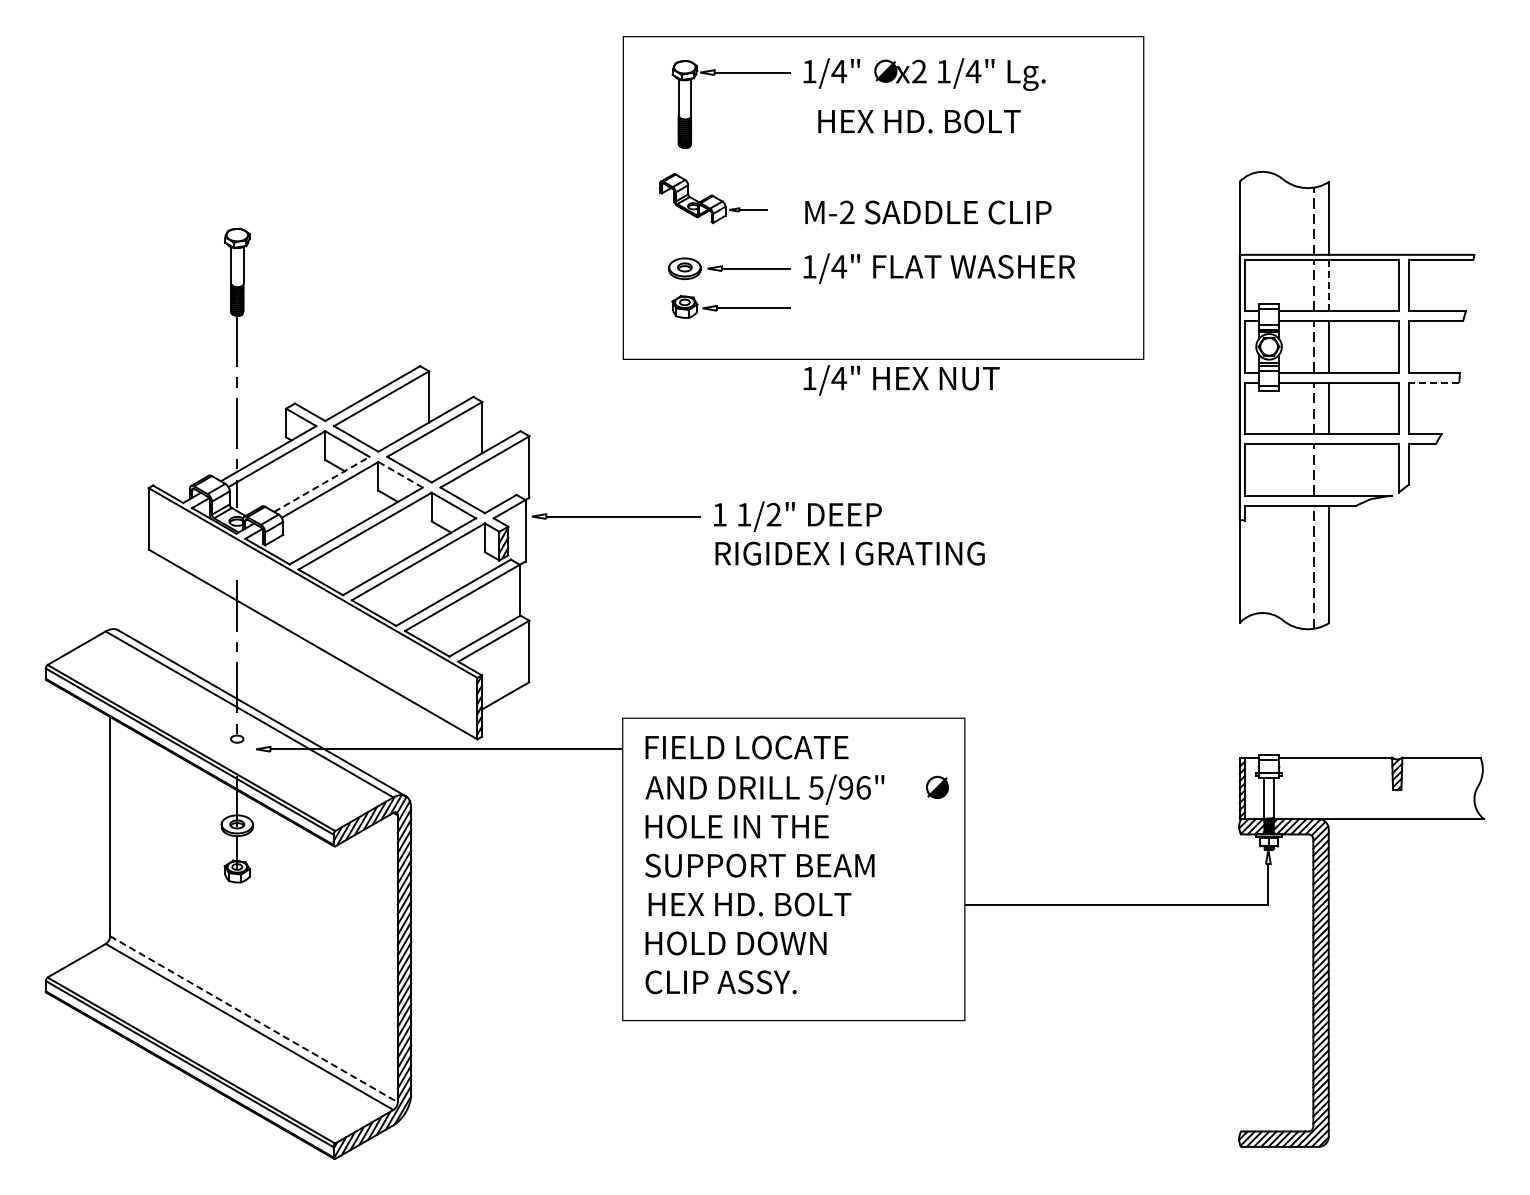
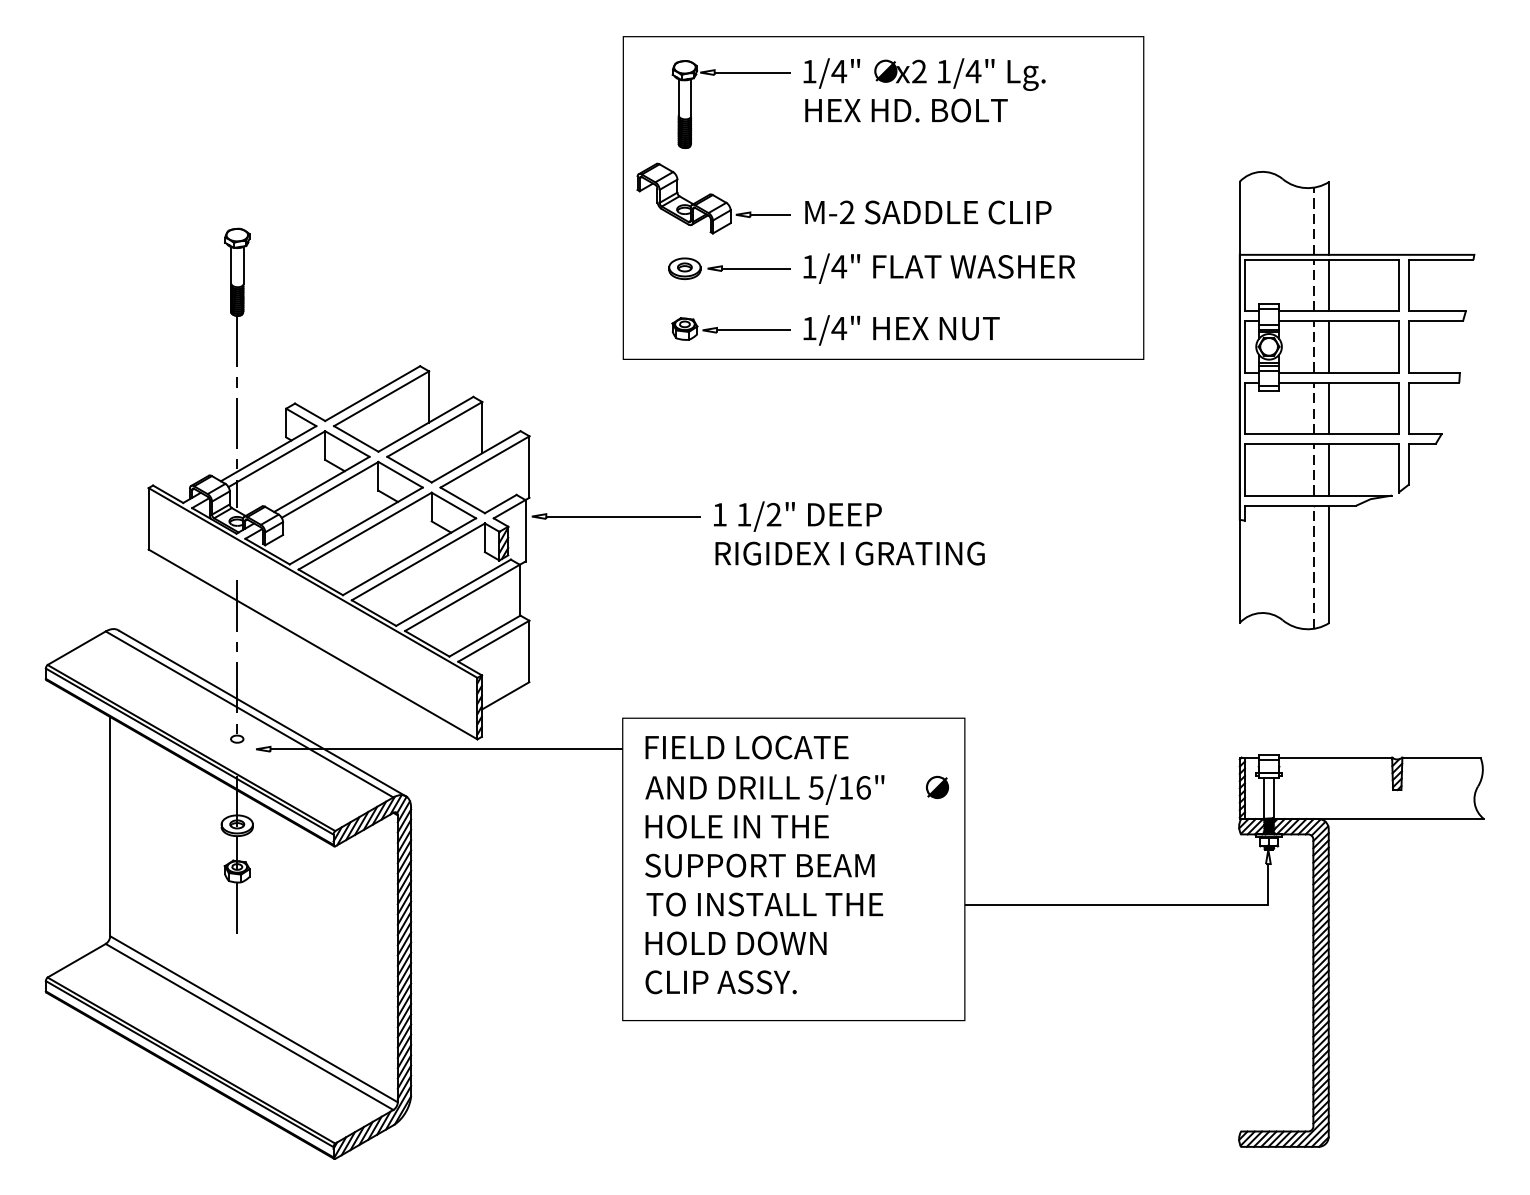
text at (919, 121) position: (919, 121) -> (906, 110)
part at (713, 198) size: 109x52 px -> 155x73 px
line at (1329, 285): dashed -> solid
part at (730, 306) position: (730, 306) -> (730, 328)
text at (901, 380) position: (901, 380) -> (901, 330)
line at (1433, 382): dashed -> solid
line at (1329, 469): none -> present
line at (400, 474): dashed -> solid
line at (322, 484): dashed -> solid
text at (845, 787): 5/96" -> 5/16"
text at (764, 904): HEX HD. BOLT -> TO INSTALL THE
line at (237, 908): none -> present
line at (254, 1019): dashed -> solid
